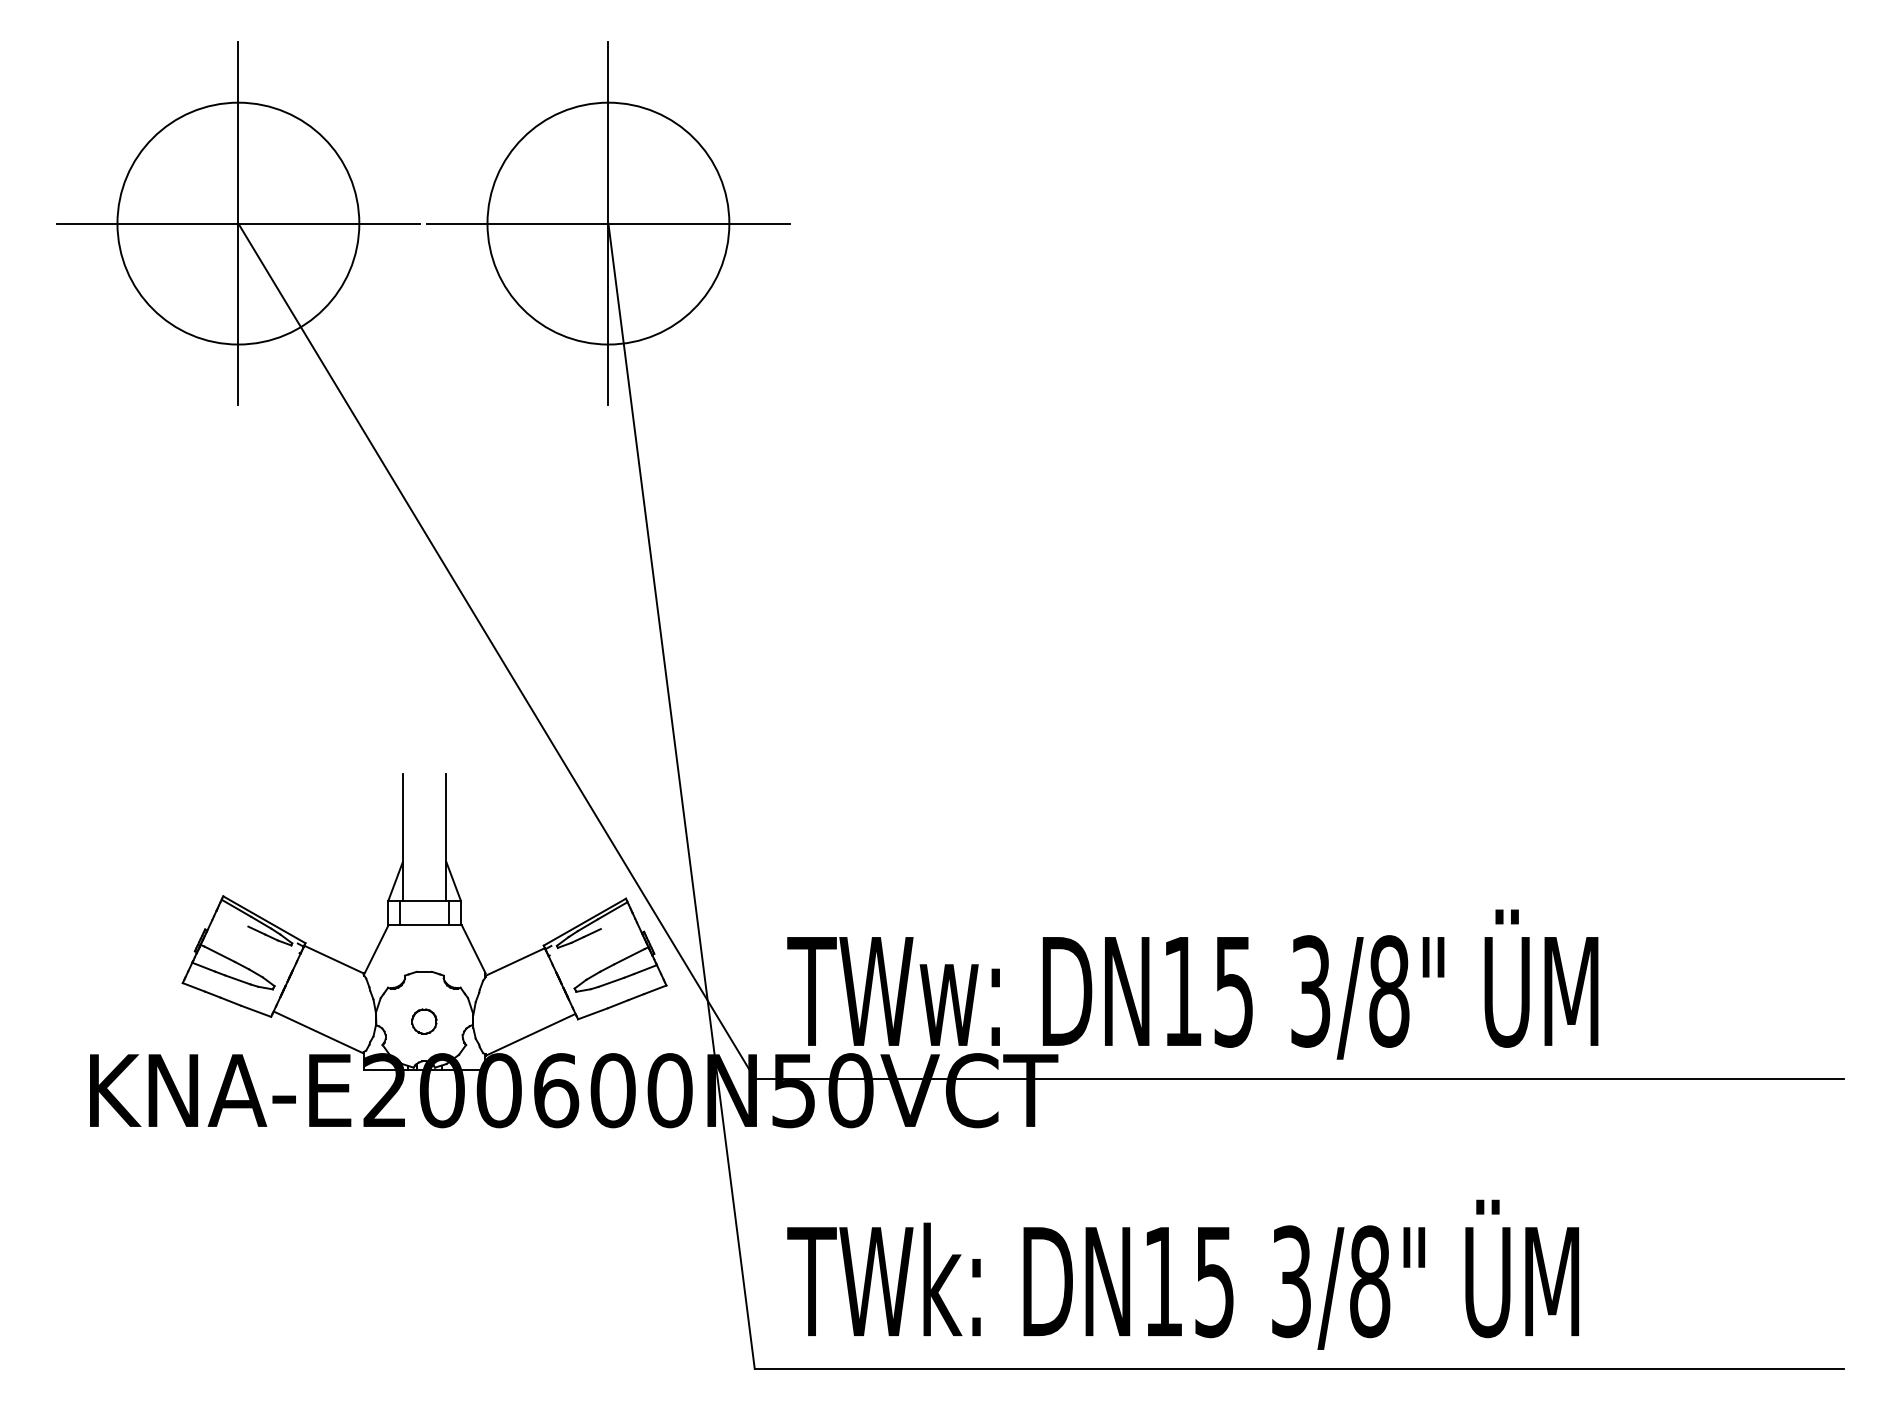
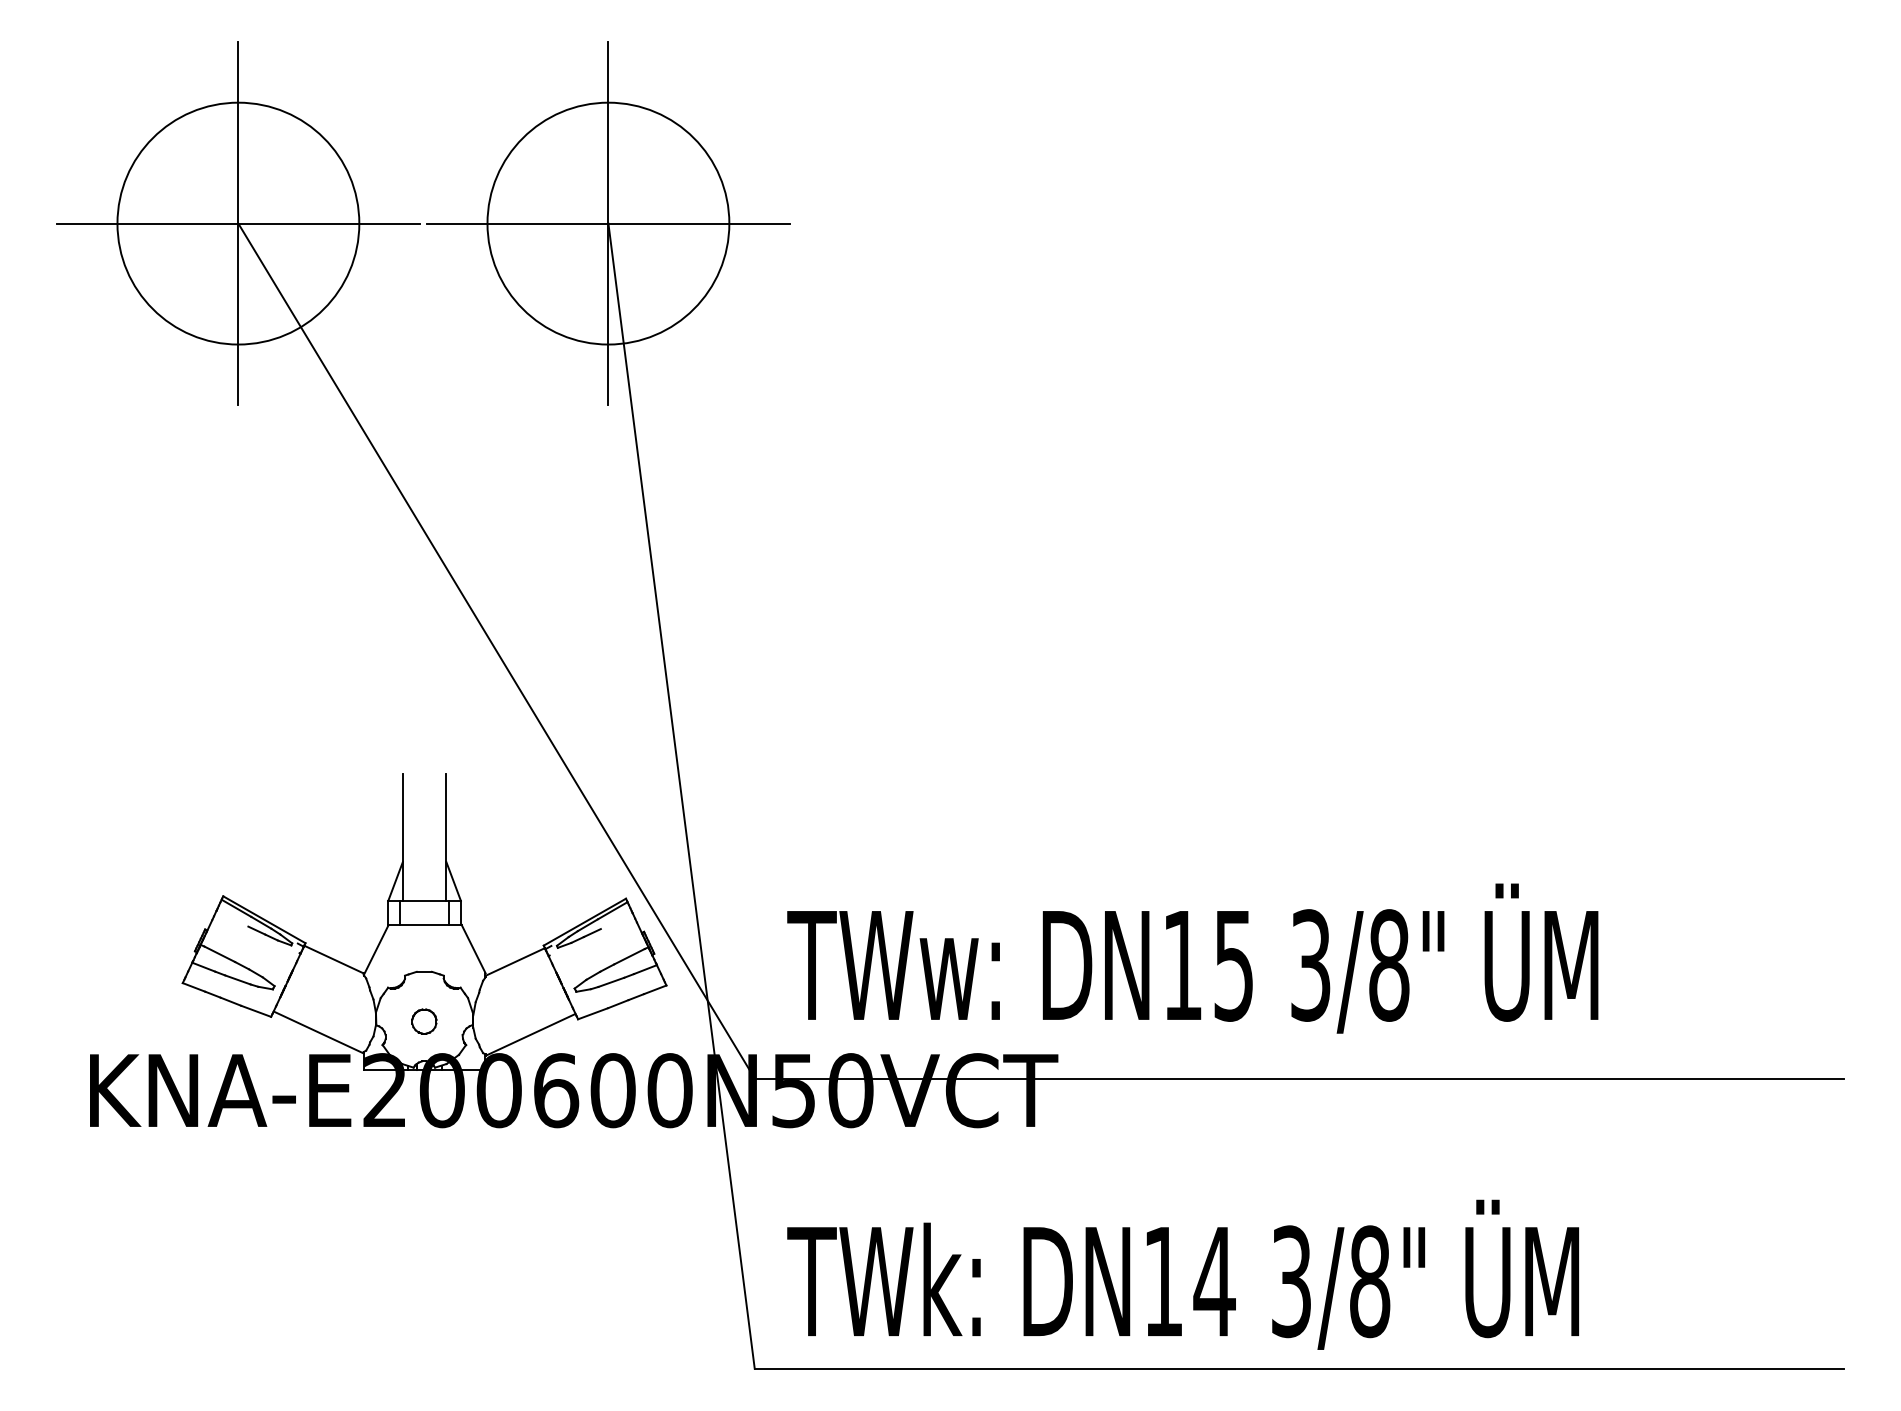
text at (1192, 984) position: (1192, 984) -> (1192, 958)
text at (1214, 1282): DN15 -> DN14
